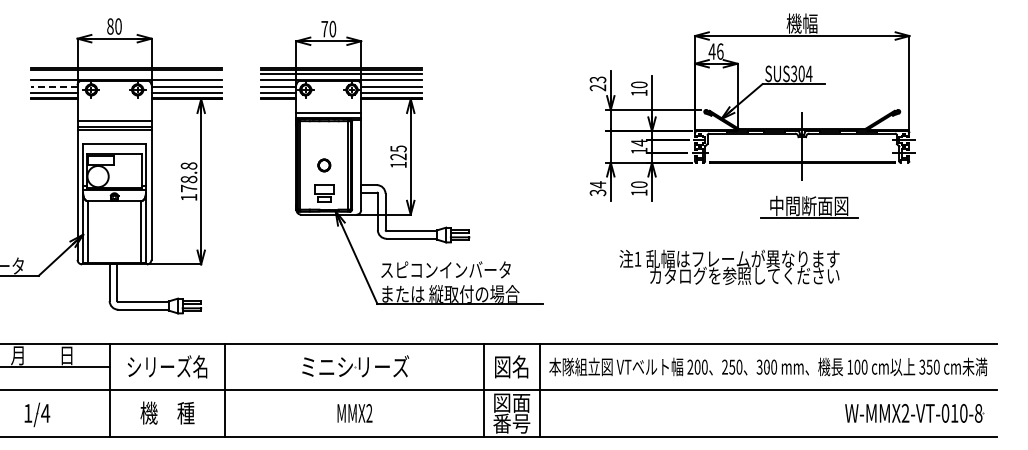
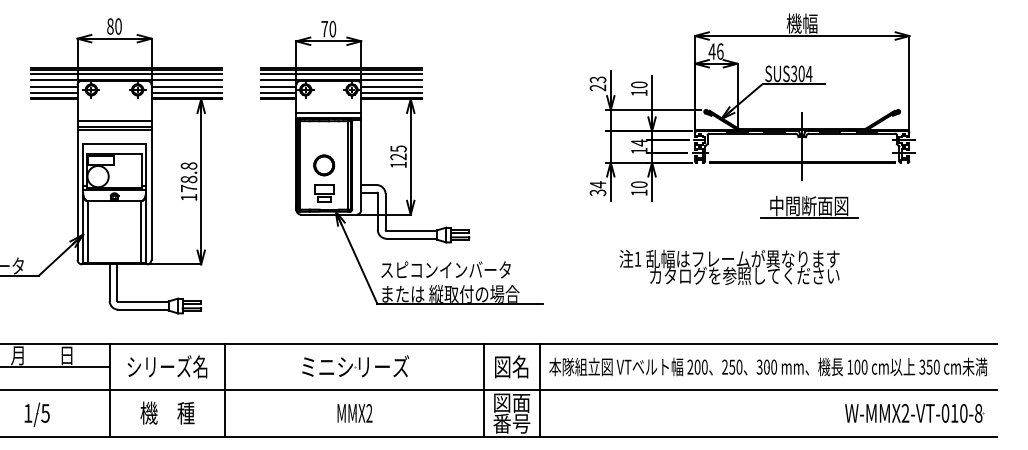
line at (126, 73): none -> present
line at (53, 86): dashed -> solid
part at (324, 165) size: 15x15 px -> 23x23 px
text at (45, 413): 1/4 -> 1/5
